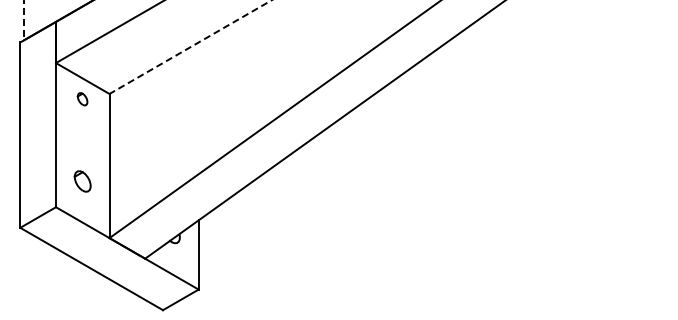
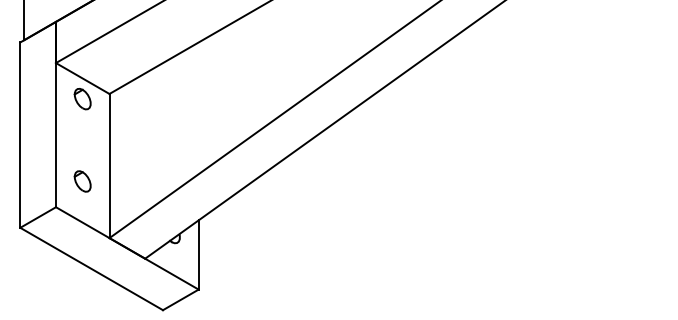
line at (23, 20): dashed -> solid
line at (190, 47): dashed -> solid
part at (82, 99) size: 13x15 px -> 19x23 px
